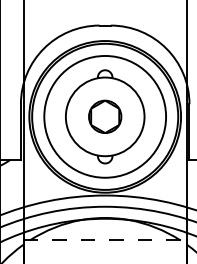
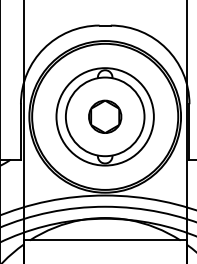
circle at (105, 116) diameter: 122 px -> 97 px
line at (105, 240): dashed -> solid
